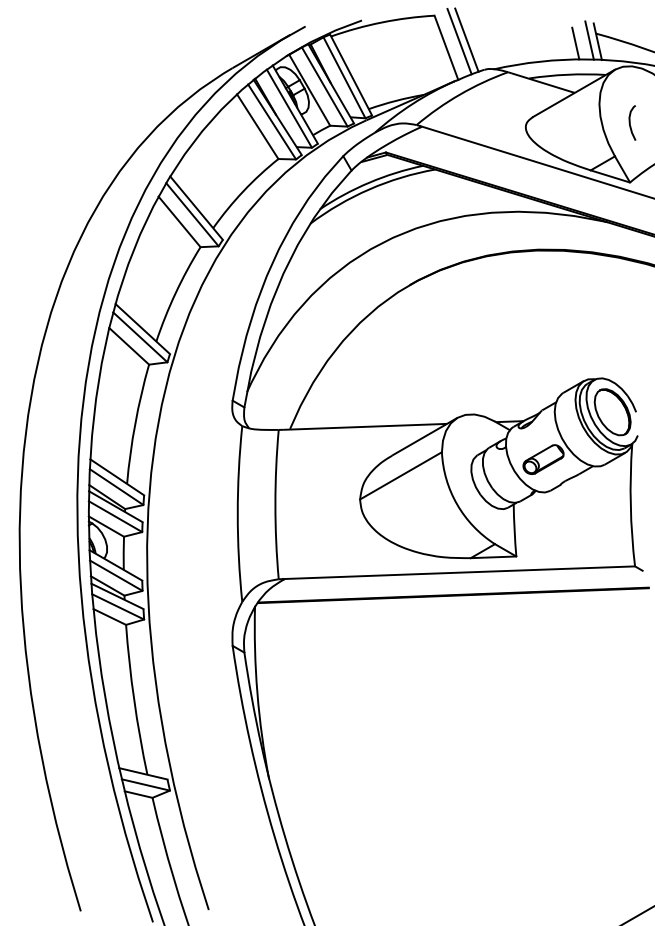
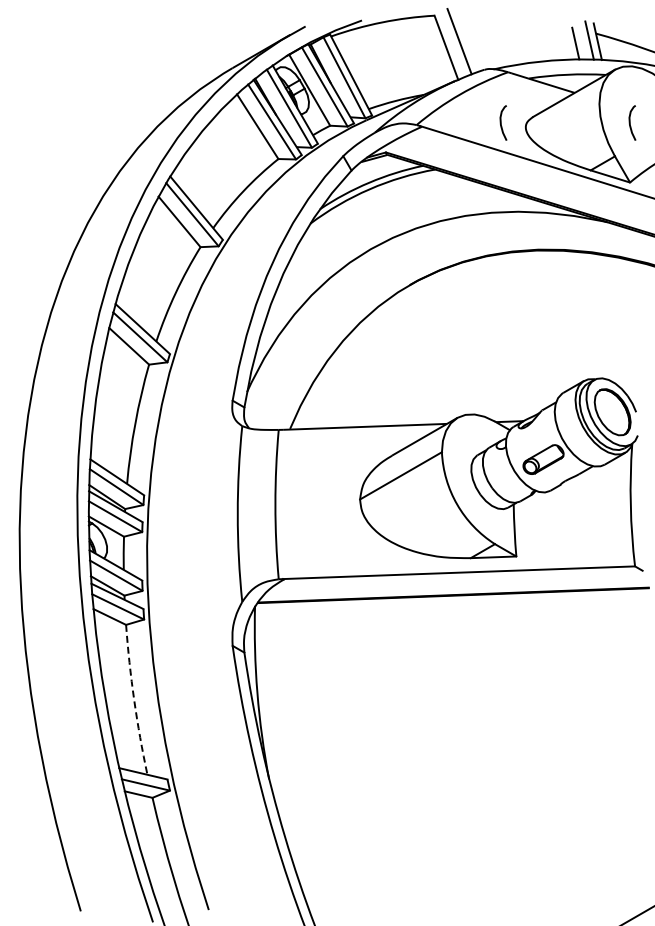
line at (466, 39): present -> none
curve at (501, 122): none -> present
arc at (134, 700): solid -> dashed
